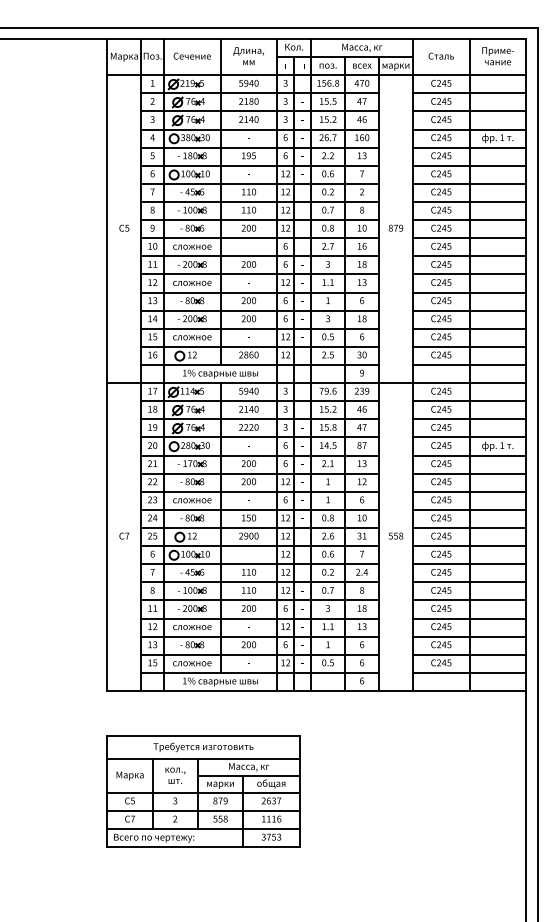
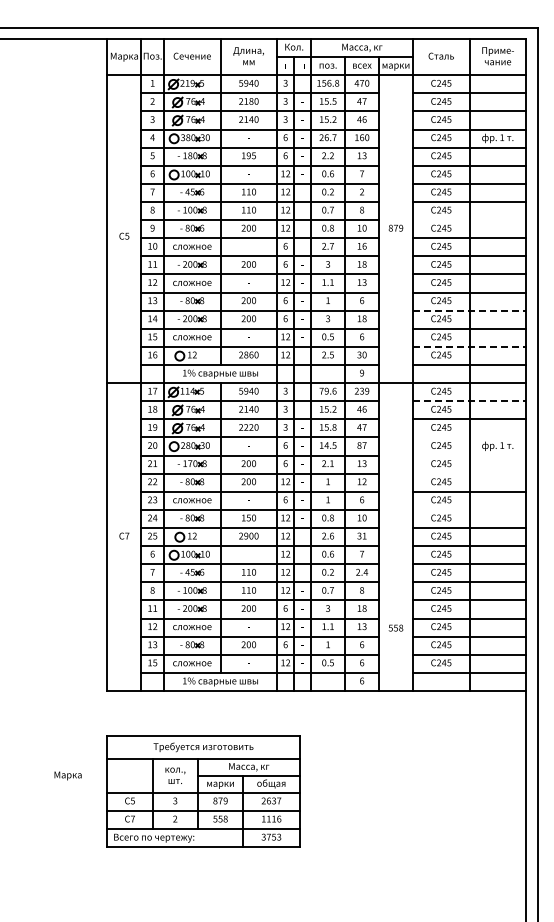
line at (469, 220): present -> none
text at (124, 227) position: (124, 227) -> (124, 235)
line at (469, 310): solid -> dashed
line at (469, 346): solid -> dashed
line at (469, 401): solid -> dashed
line at (469, 437): present -> none
line at (469, 455): present -> none
line at (469, 473): present -> none
line at (469, 509): present -> none
text at (395, 535) position: (395, 535) -> (395, 627)
text at (129, 775) position: (129, 775) -> (67, 775)
